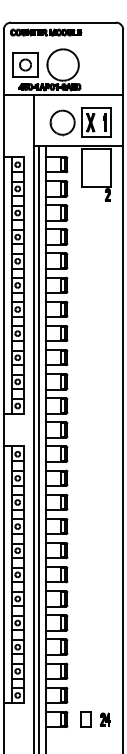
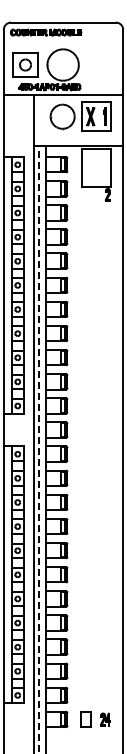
part at (80, 122) position: (80, 122) -> (80, 116)
line at (38, 449): solid -> dashed
